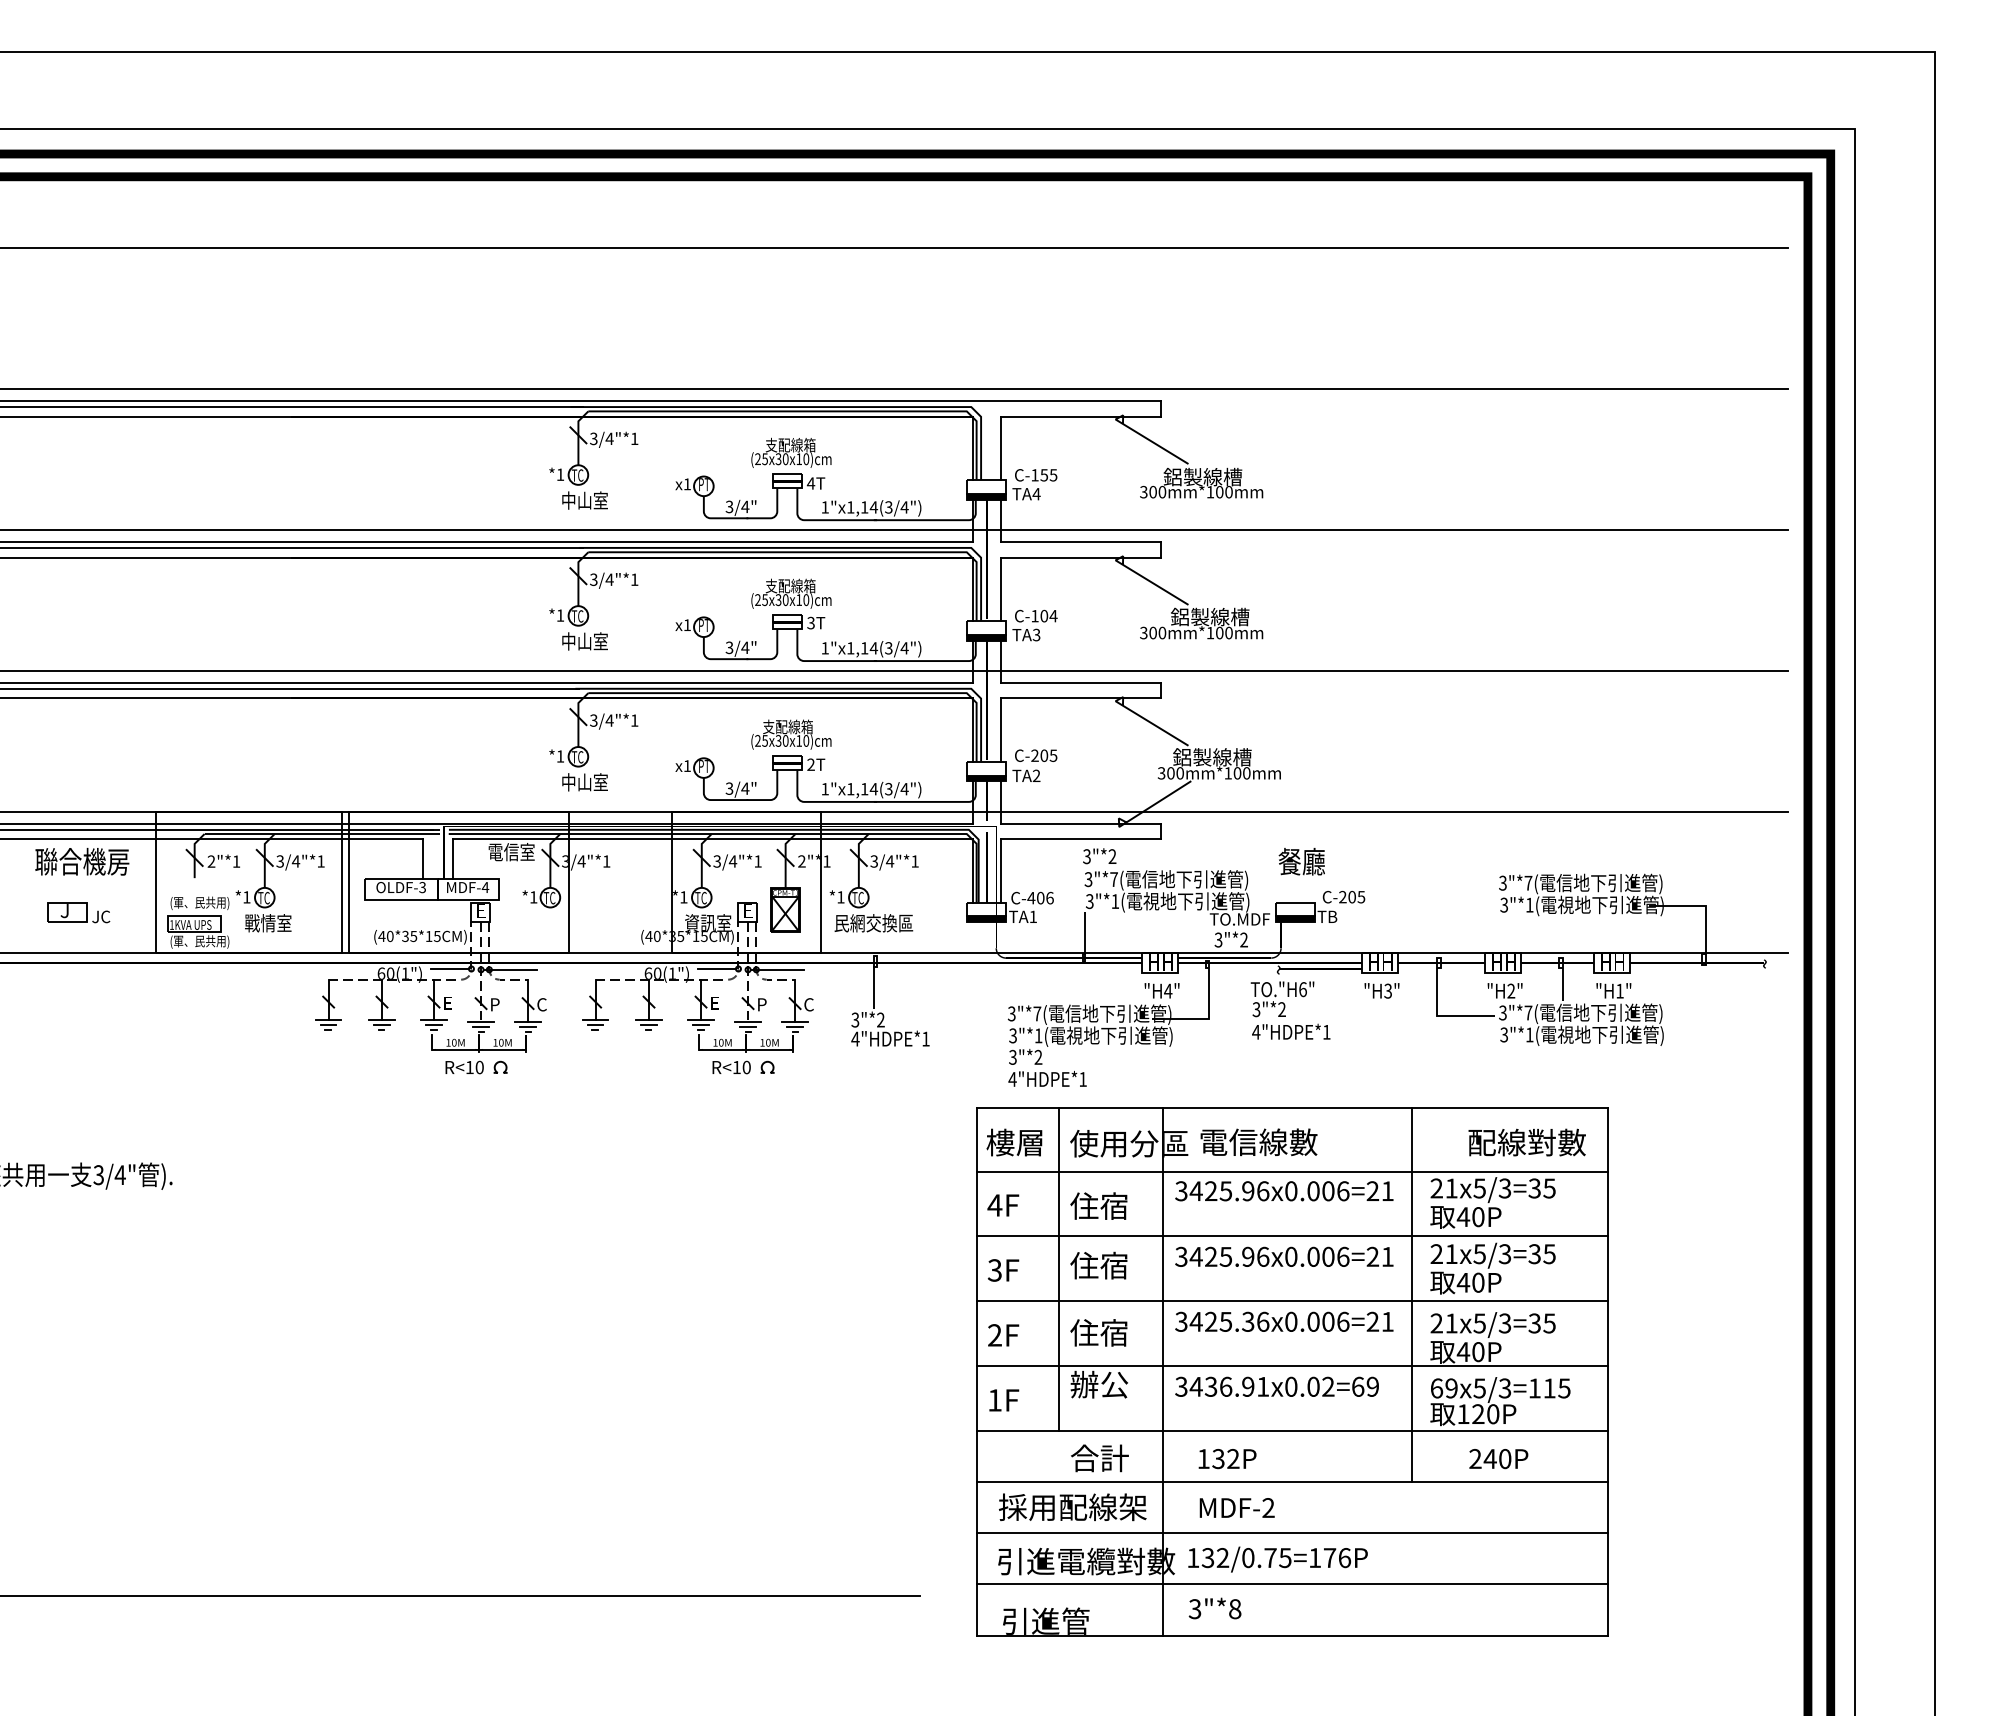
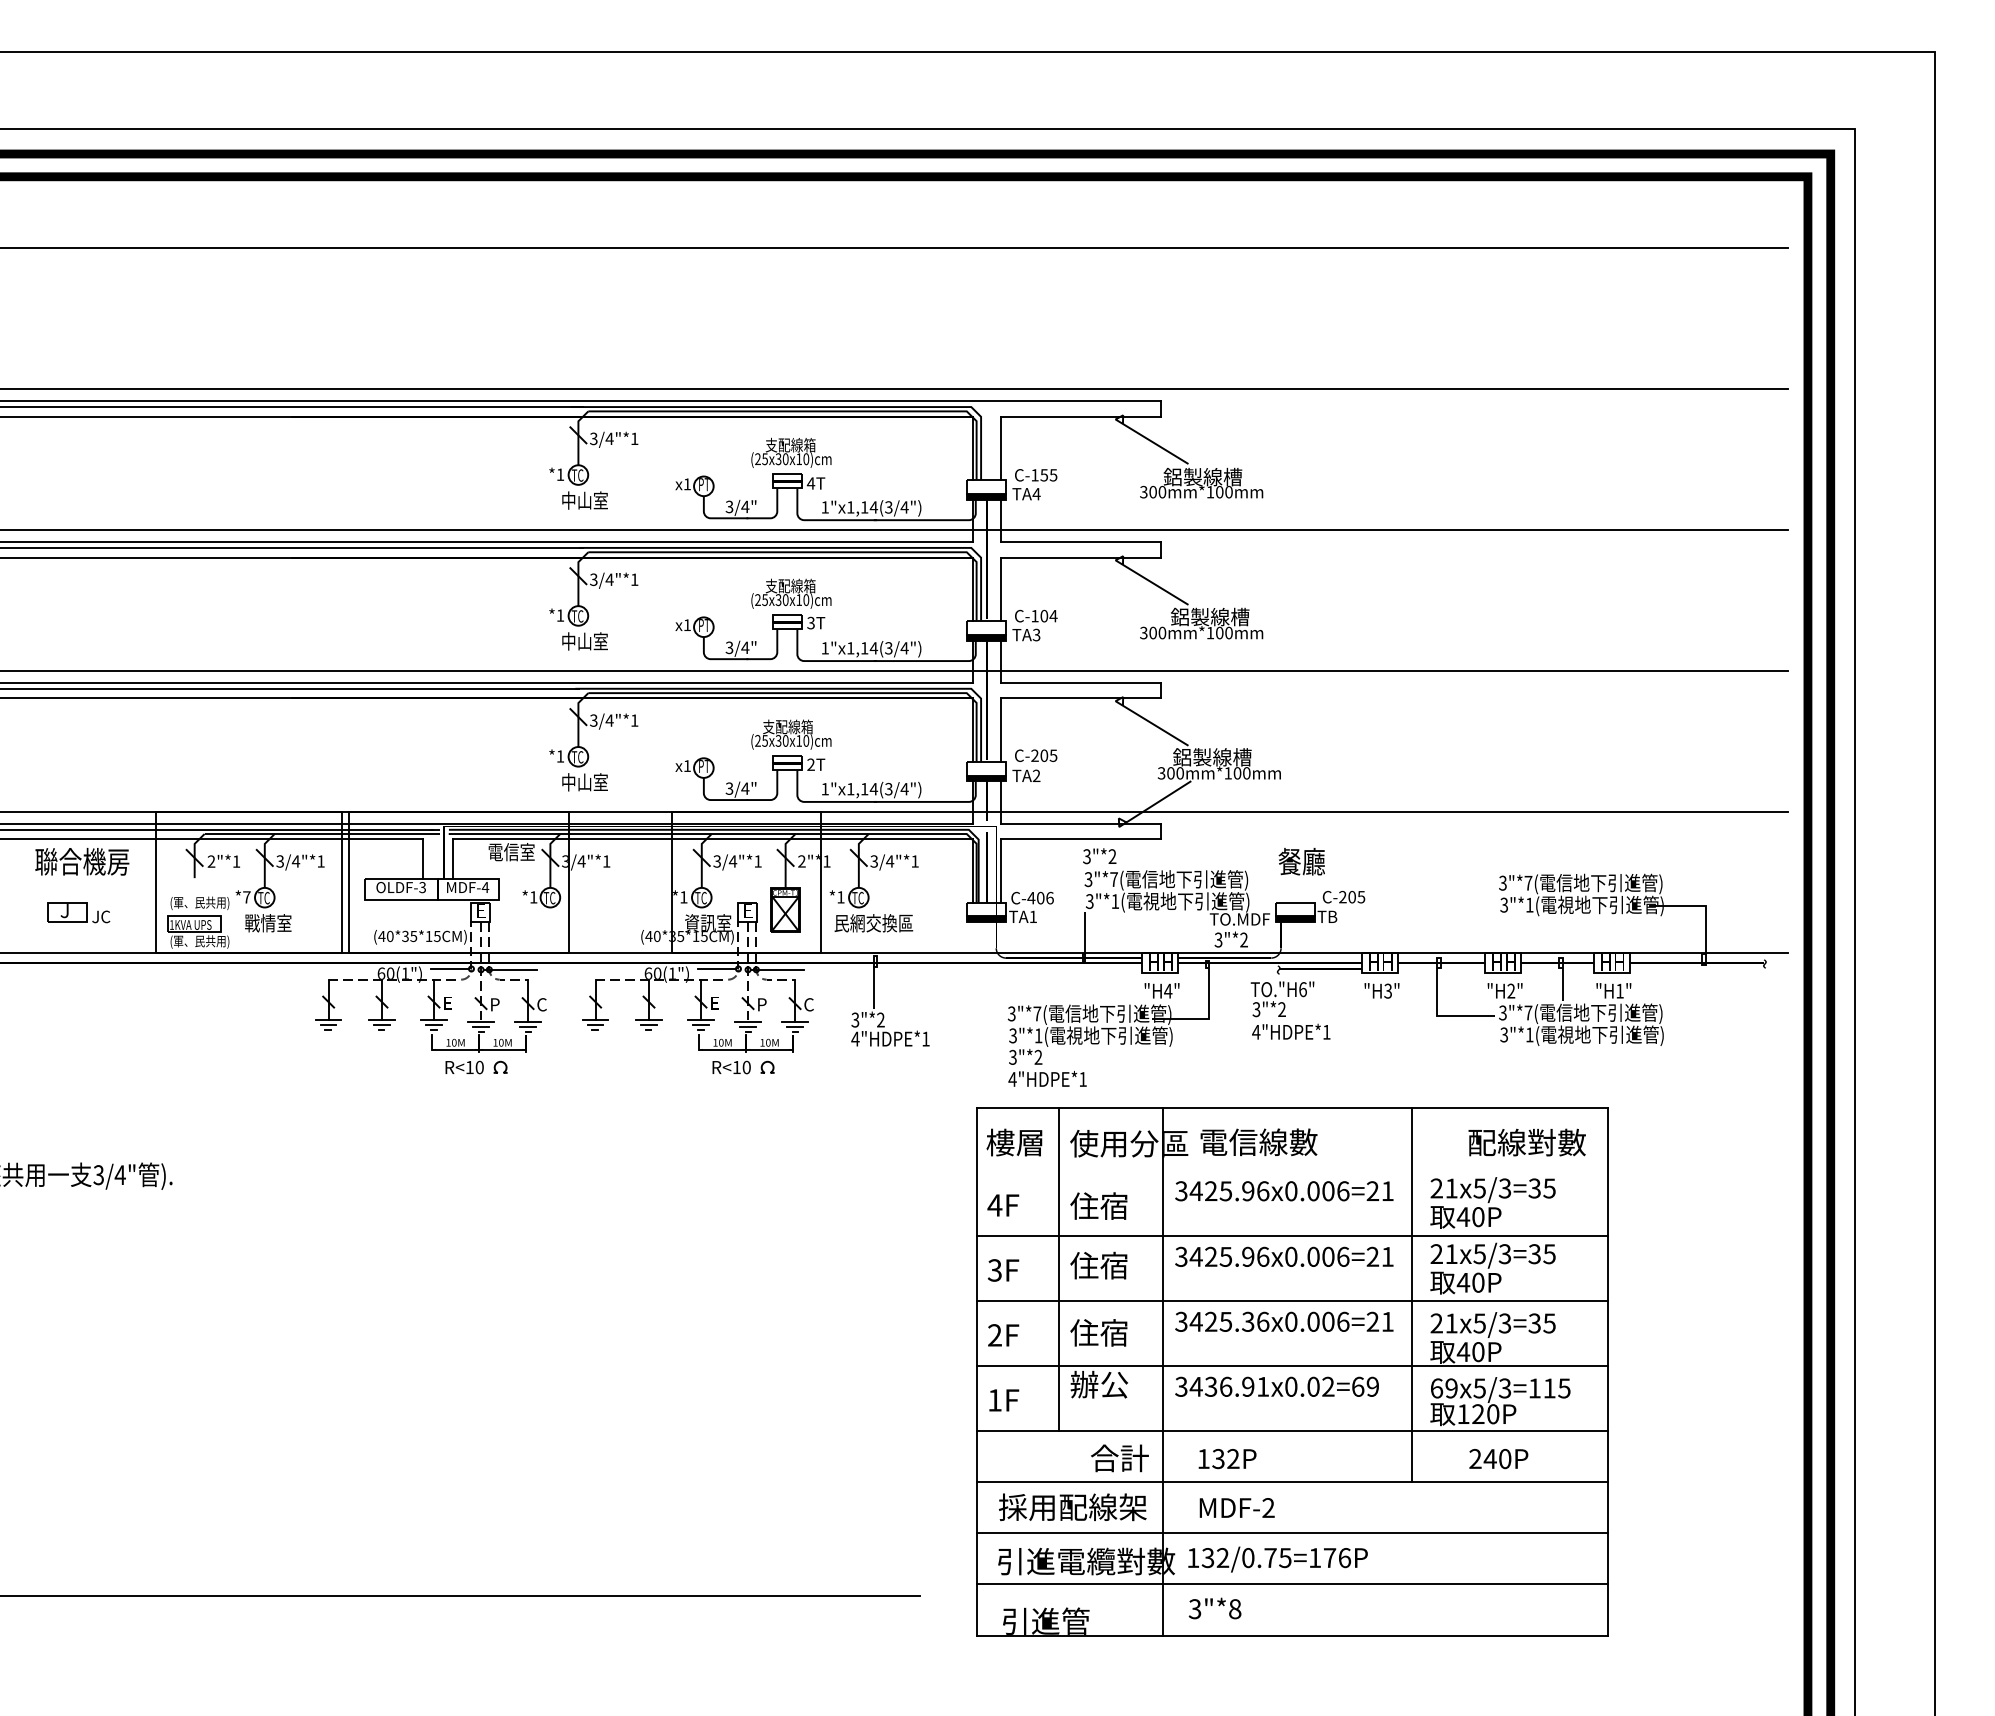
text at (246, 897): *1 -> *7
line at (1292, 1171): present -> none
text at (1099, 1458) position: (1099, 1458) -> (1119, 1458)
